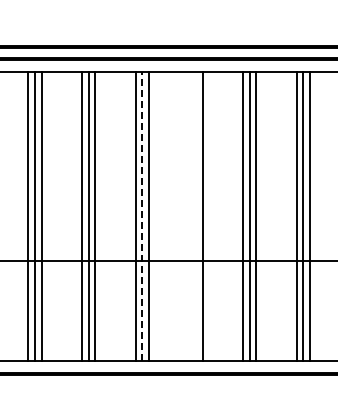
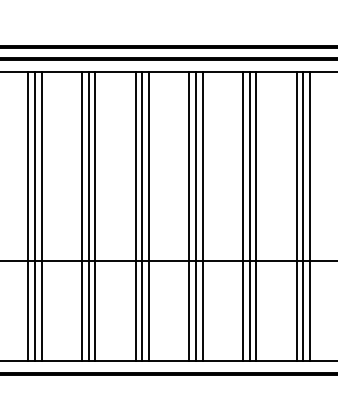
line at (142, 215): dashed -> solid
line at (189, 216): none -> present
line at (195, 216): none -> present
